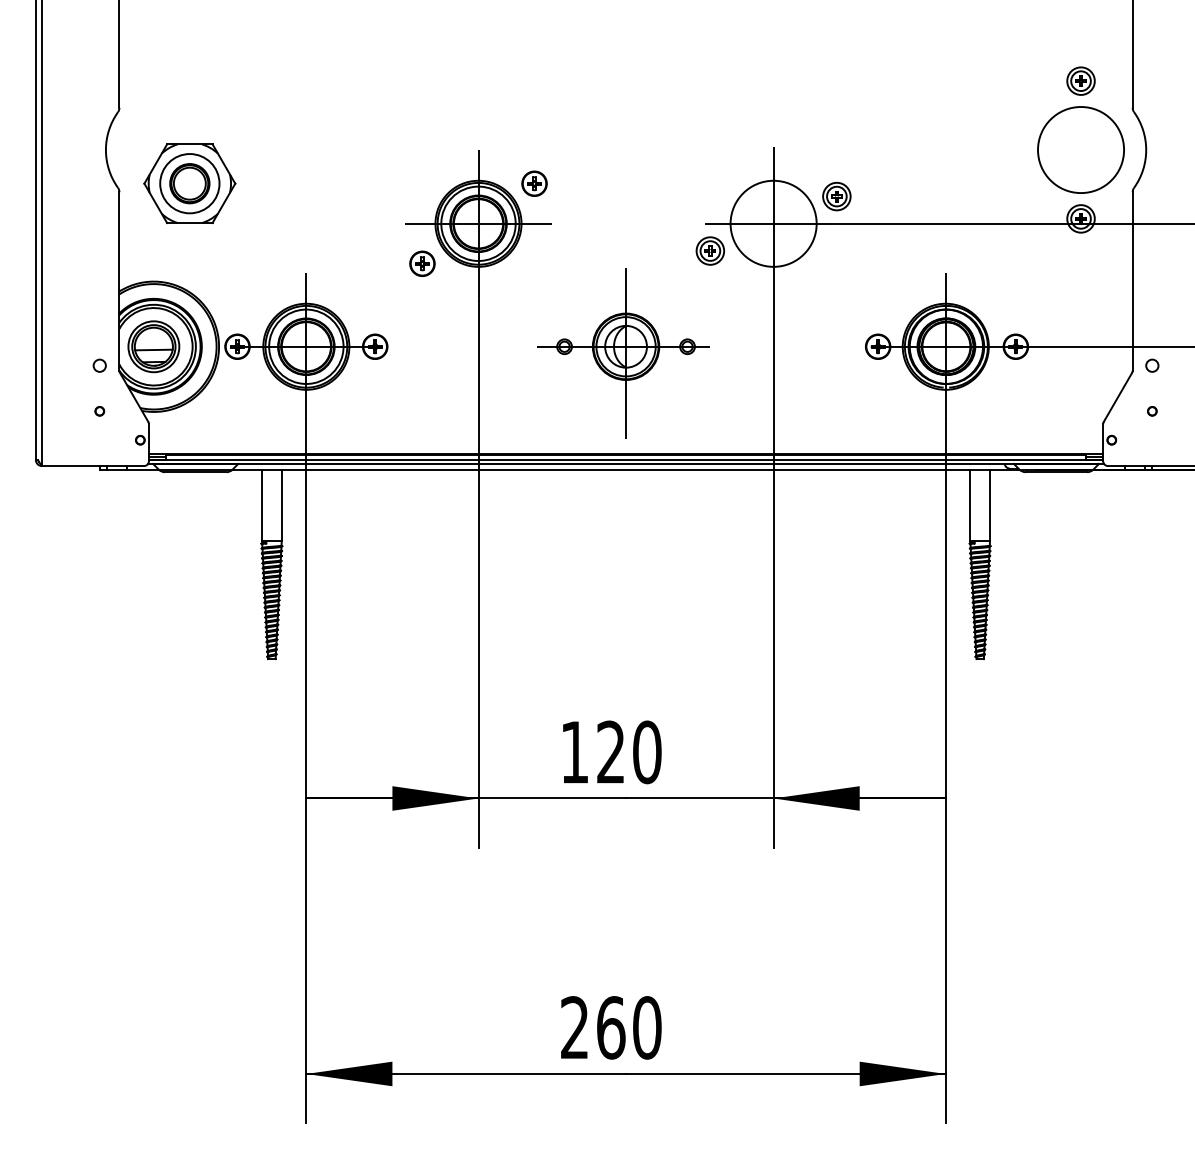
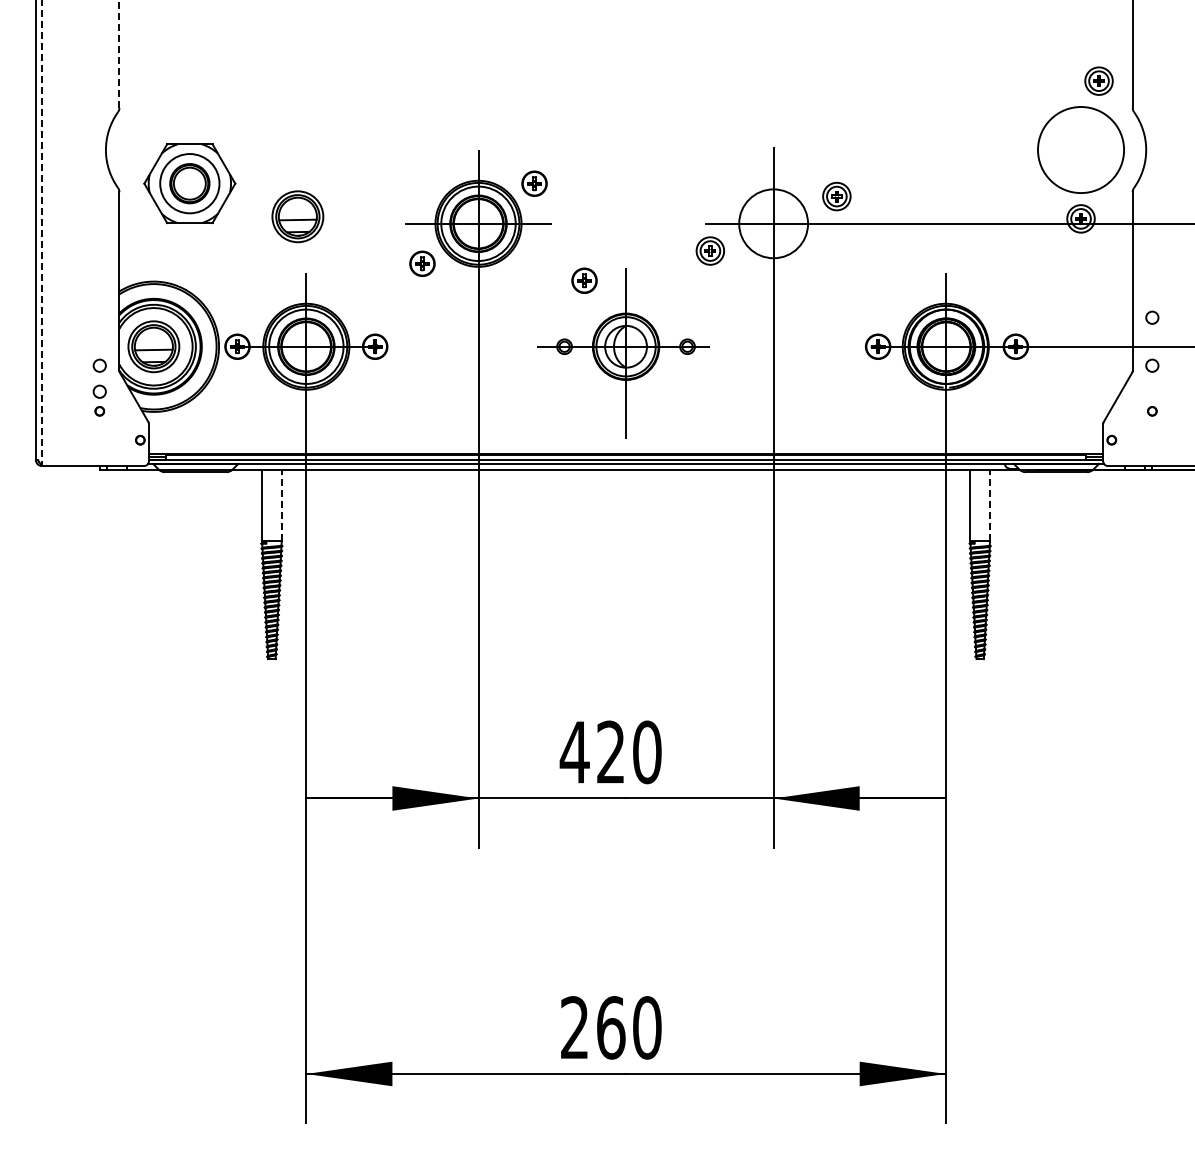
line at (119, 53): solid -> dashed
part at (1080, 80) position: (1080, 80) -> (1098, 80)
part at (297, 216): none -> present
circle at (773, 223) diameter: 86 px -> 69 px
line at (41, 233): solid -> dashed
part at (584, 280): none -> present
circle at (1152, 317): none -> present
circle at (99, 391): none -> present
line at (281, 505): solid -> dashed
line at (990, 505): solid -> dashed
text at (574, 752): 120 -> 420
